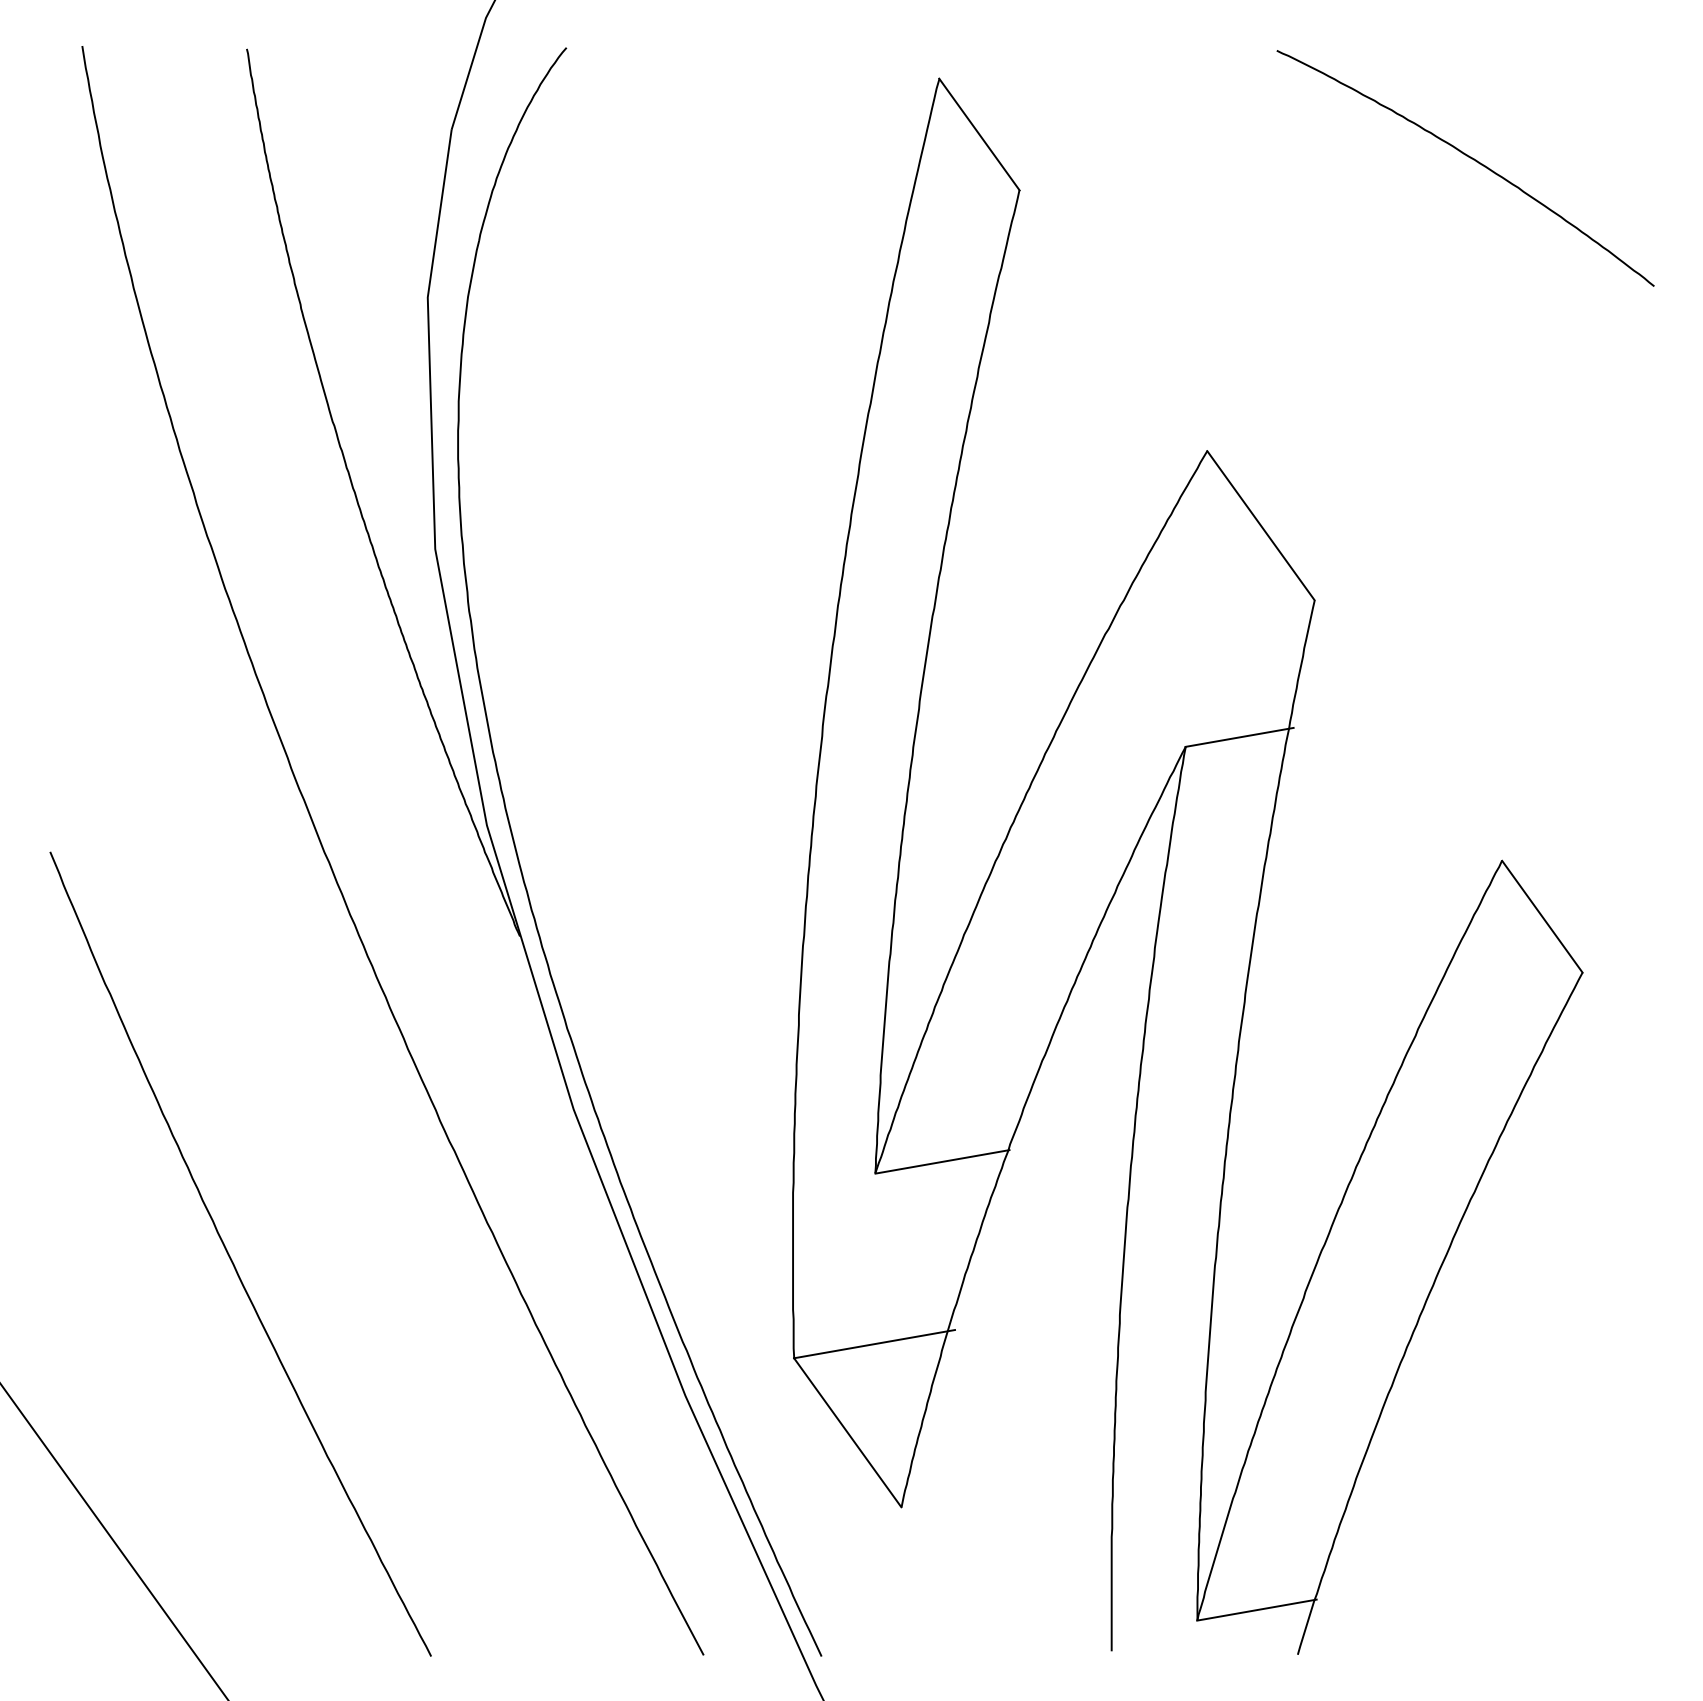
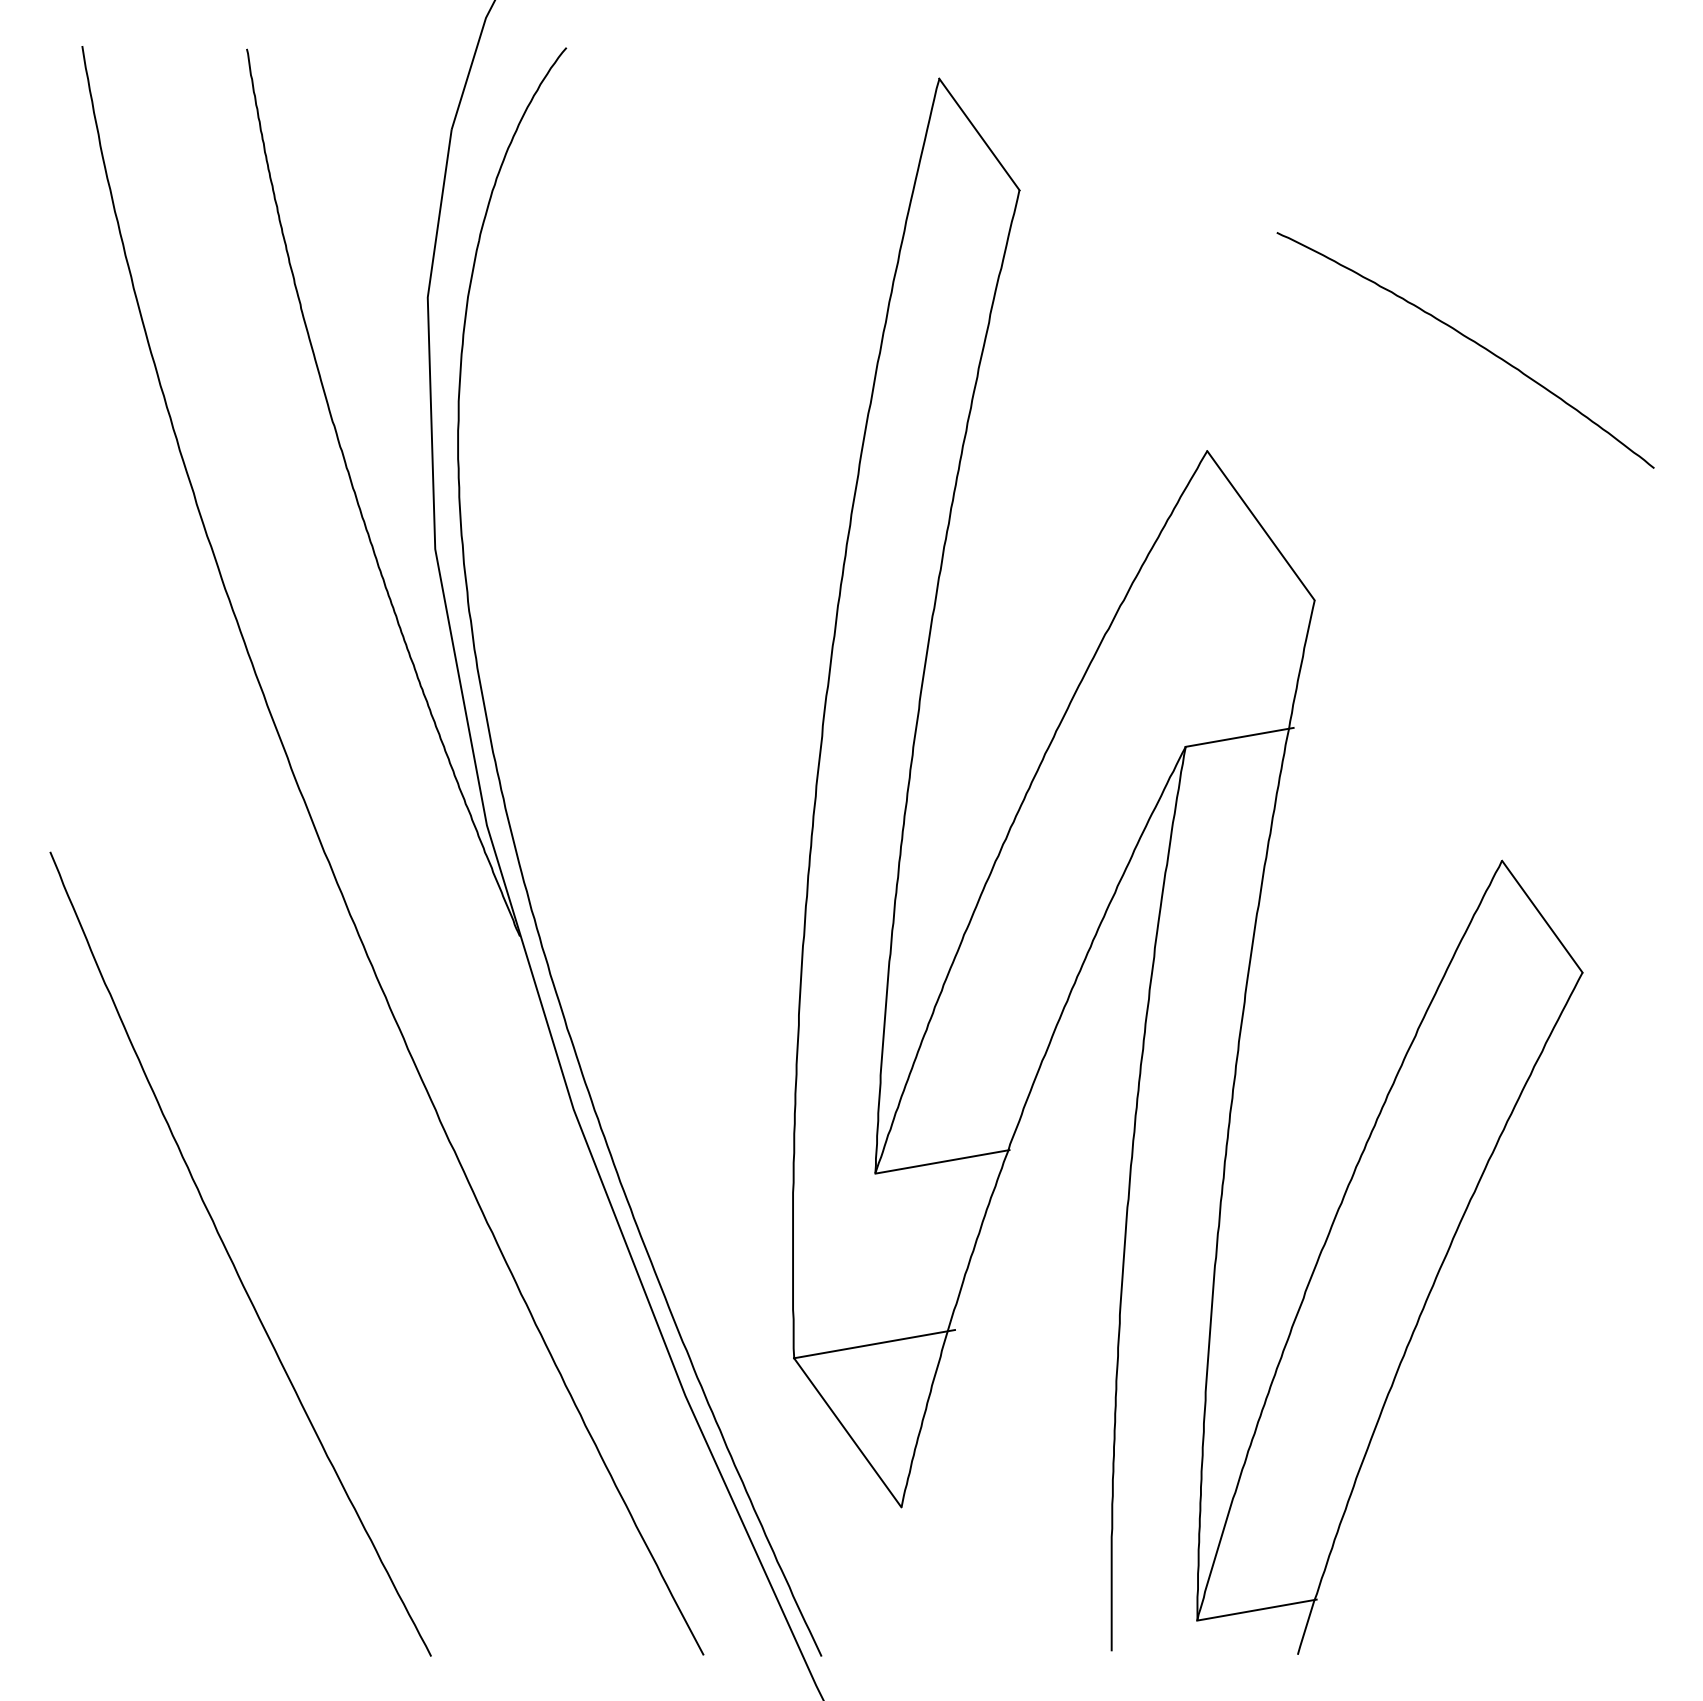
curve at (1471, 159) position: (1471, 159) -> (1471, 341)
line at (114, 1541): present -> none
